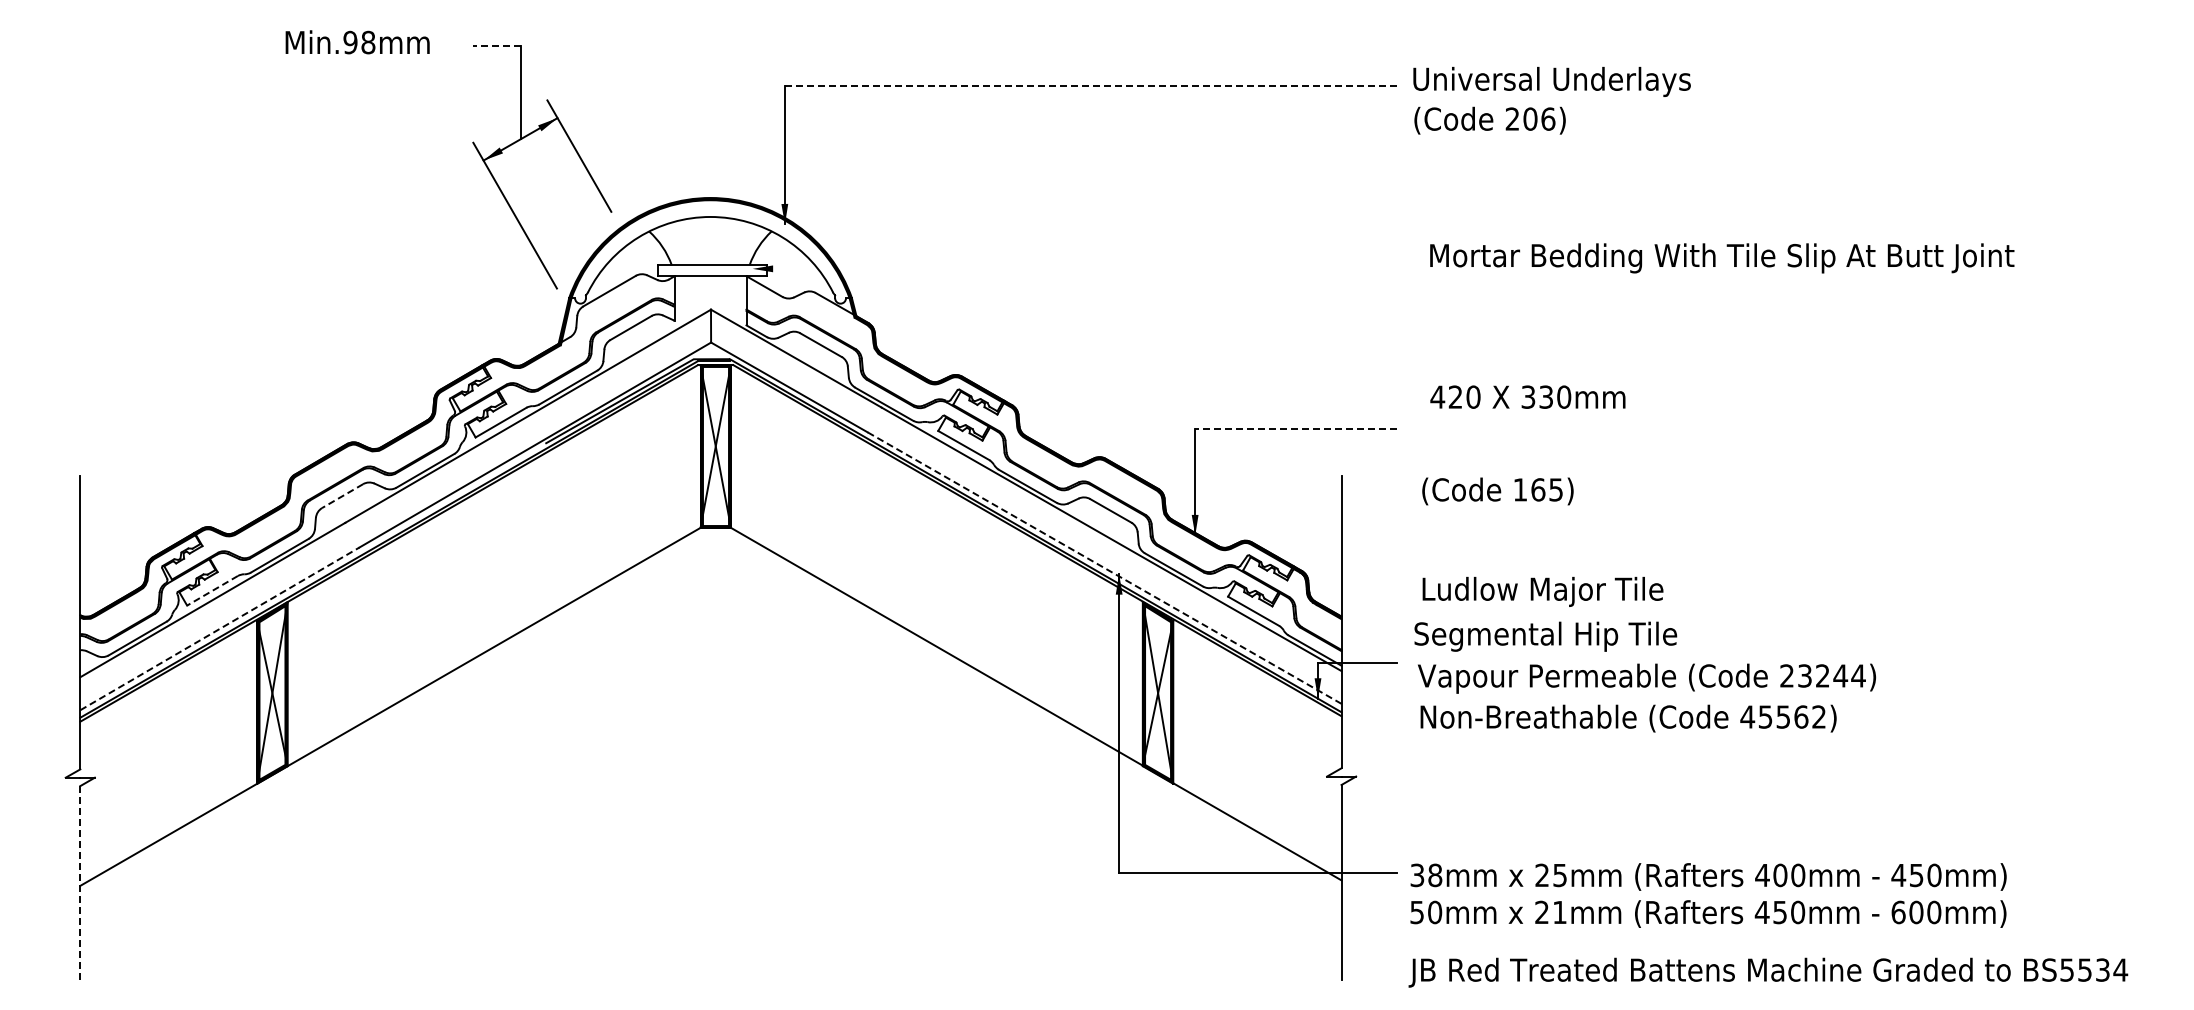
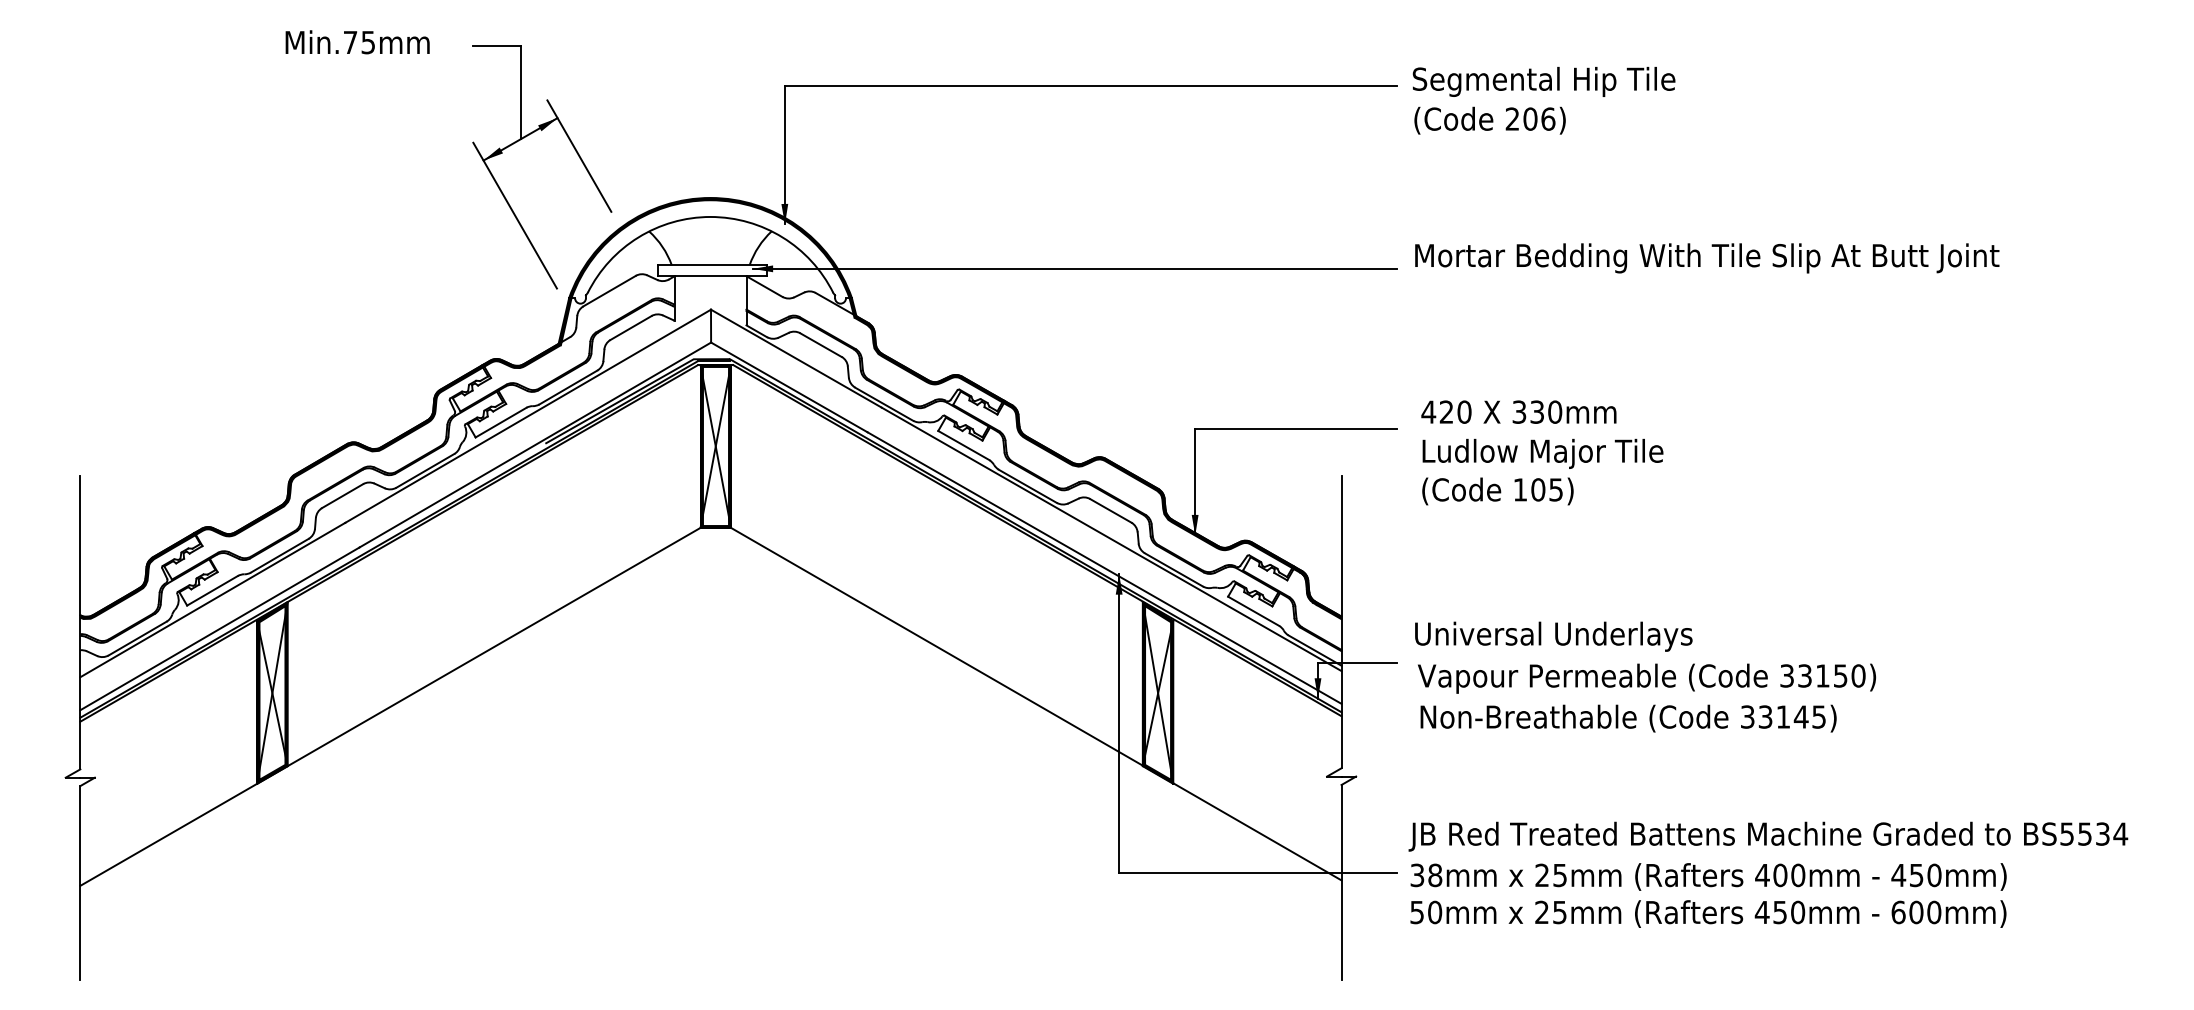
text at (359, 42): Min.98mm -> Min.75mm
line at (496, 46): dashed -> solid
text at (1551, 81): Universal Underlays -> Segmental Hip Tile
line at (1090, 85): dashed -> solid
text at (1722, 258) position: (1722, 258) -> (1707, 258)
line at (1074, 268): none -> present
text at (1527, 396) position: (1527, 396) -> (1518, 411)
line at (1296, 429): dashed -> solid
text at (1538, 489): 165) -> 105)
line at (342, 496): dashed -> solid
line at (1104, 567): dashed -> solid
line at (212, 591): dashed -> solid
text at (1542, 591) position: (1542, 591) -> (1542, 453)
line at (219, 628): dashed -> solid
text at (1553, 636): Segmental Hip Tile -> Universal Underlays
text at (1822, 675): 23244) -> 33150)
text at (1782, 716): 45562) -> 33145)
line at (80, 882): dashed -> solid
text at (1559, 912): 21mm -> 25mm
text at (1768, 972) position: (1768, 972) -> (1768, 836)
